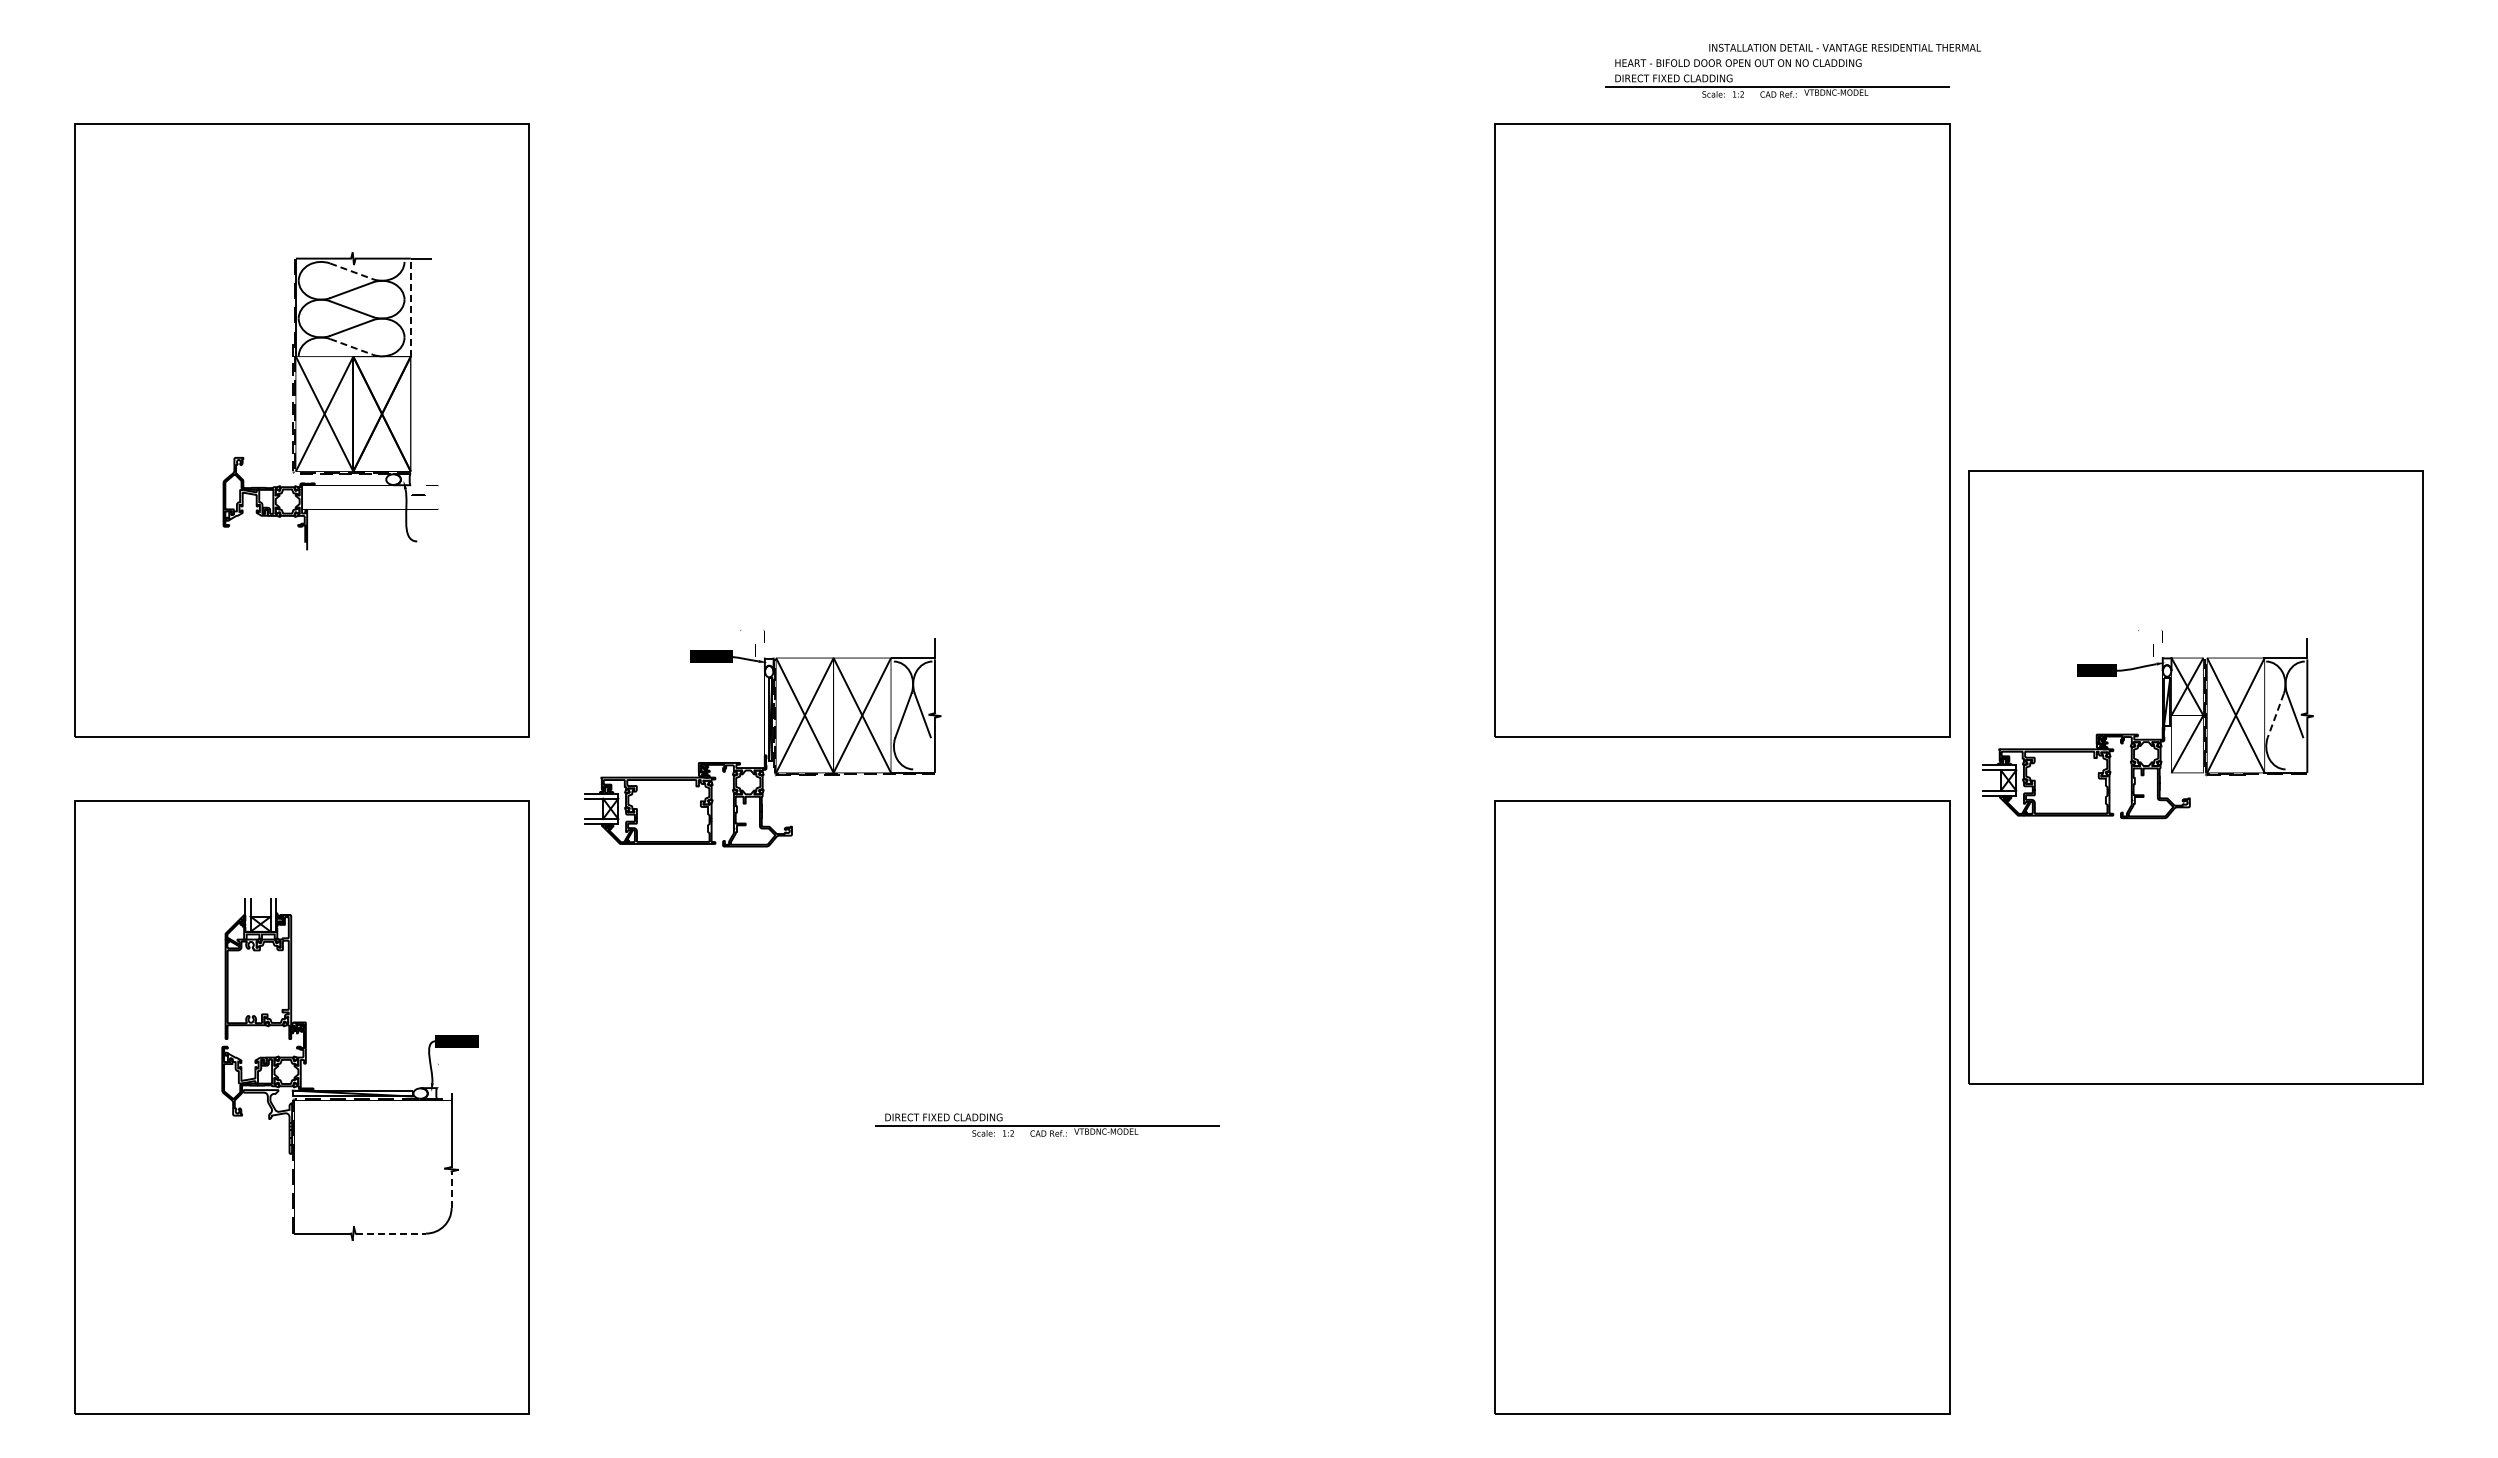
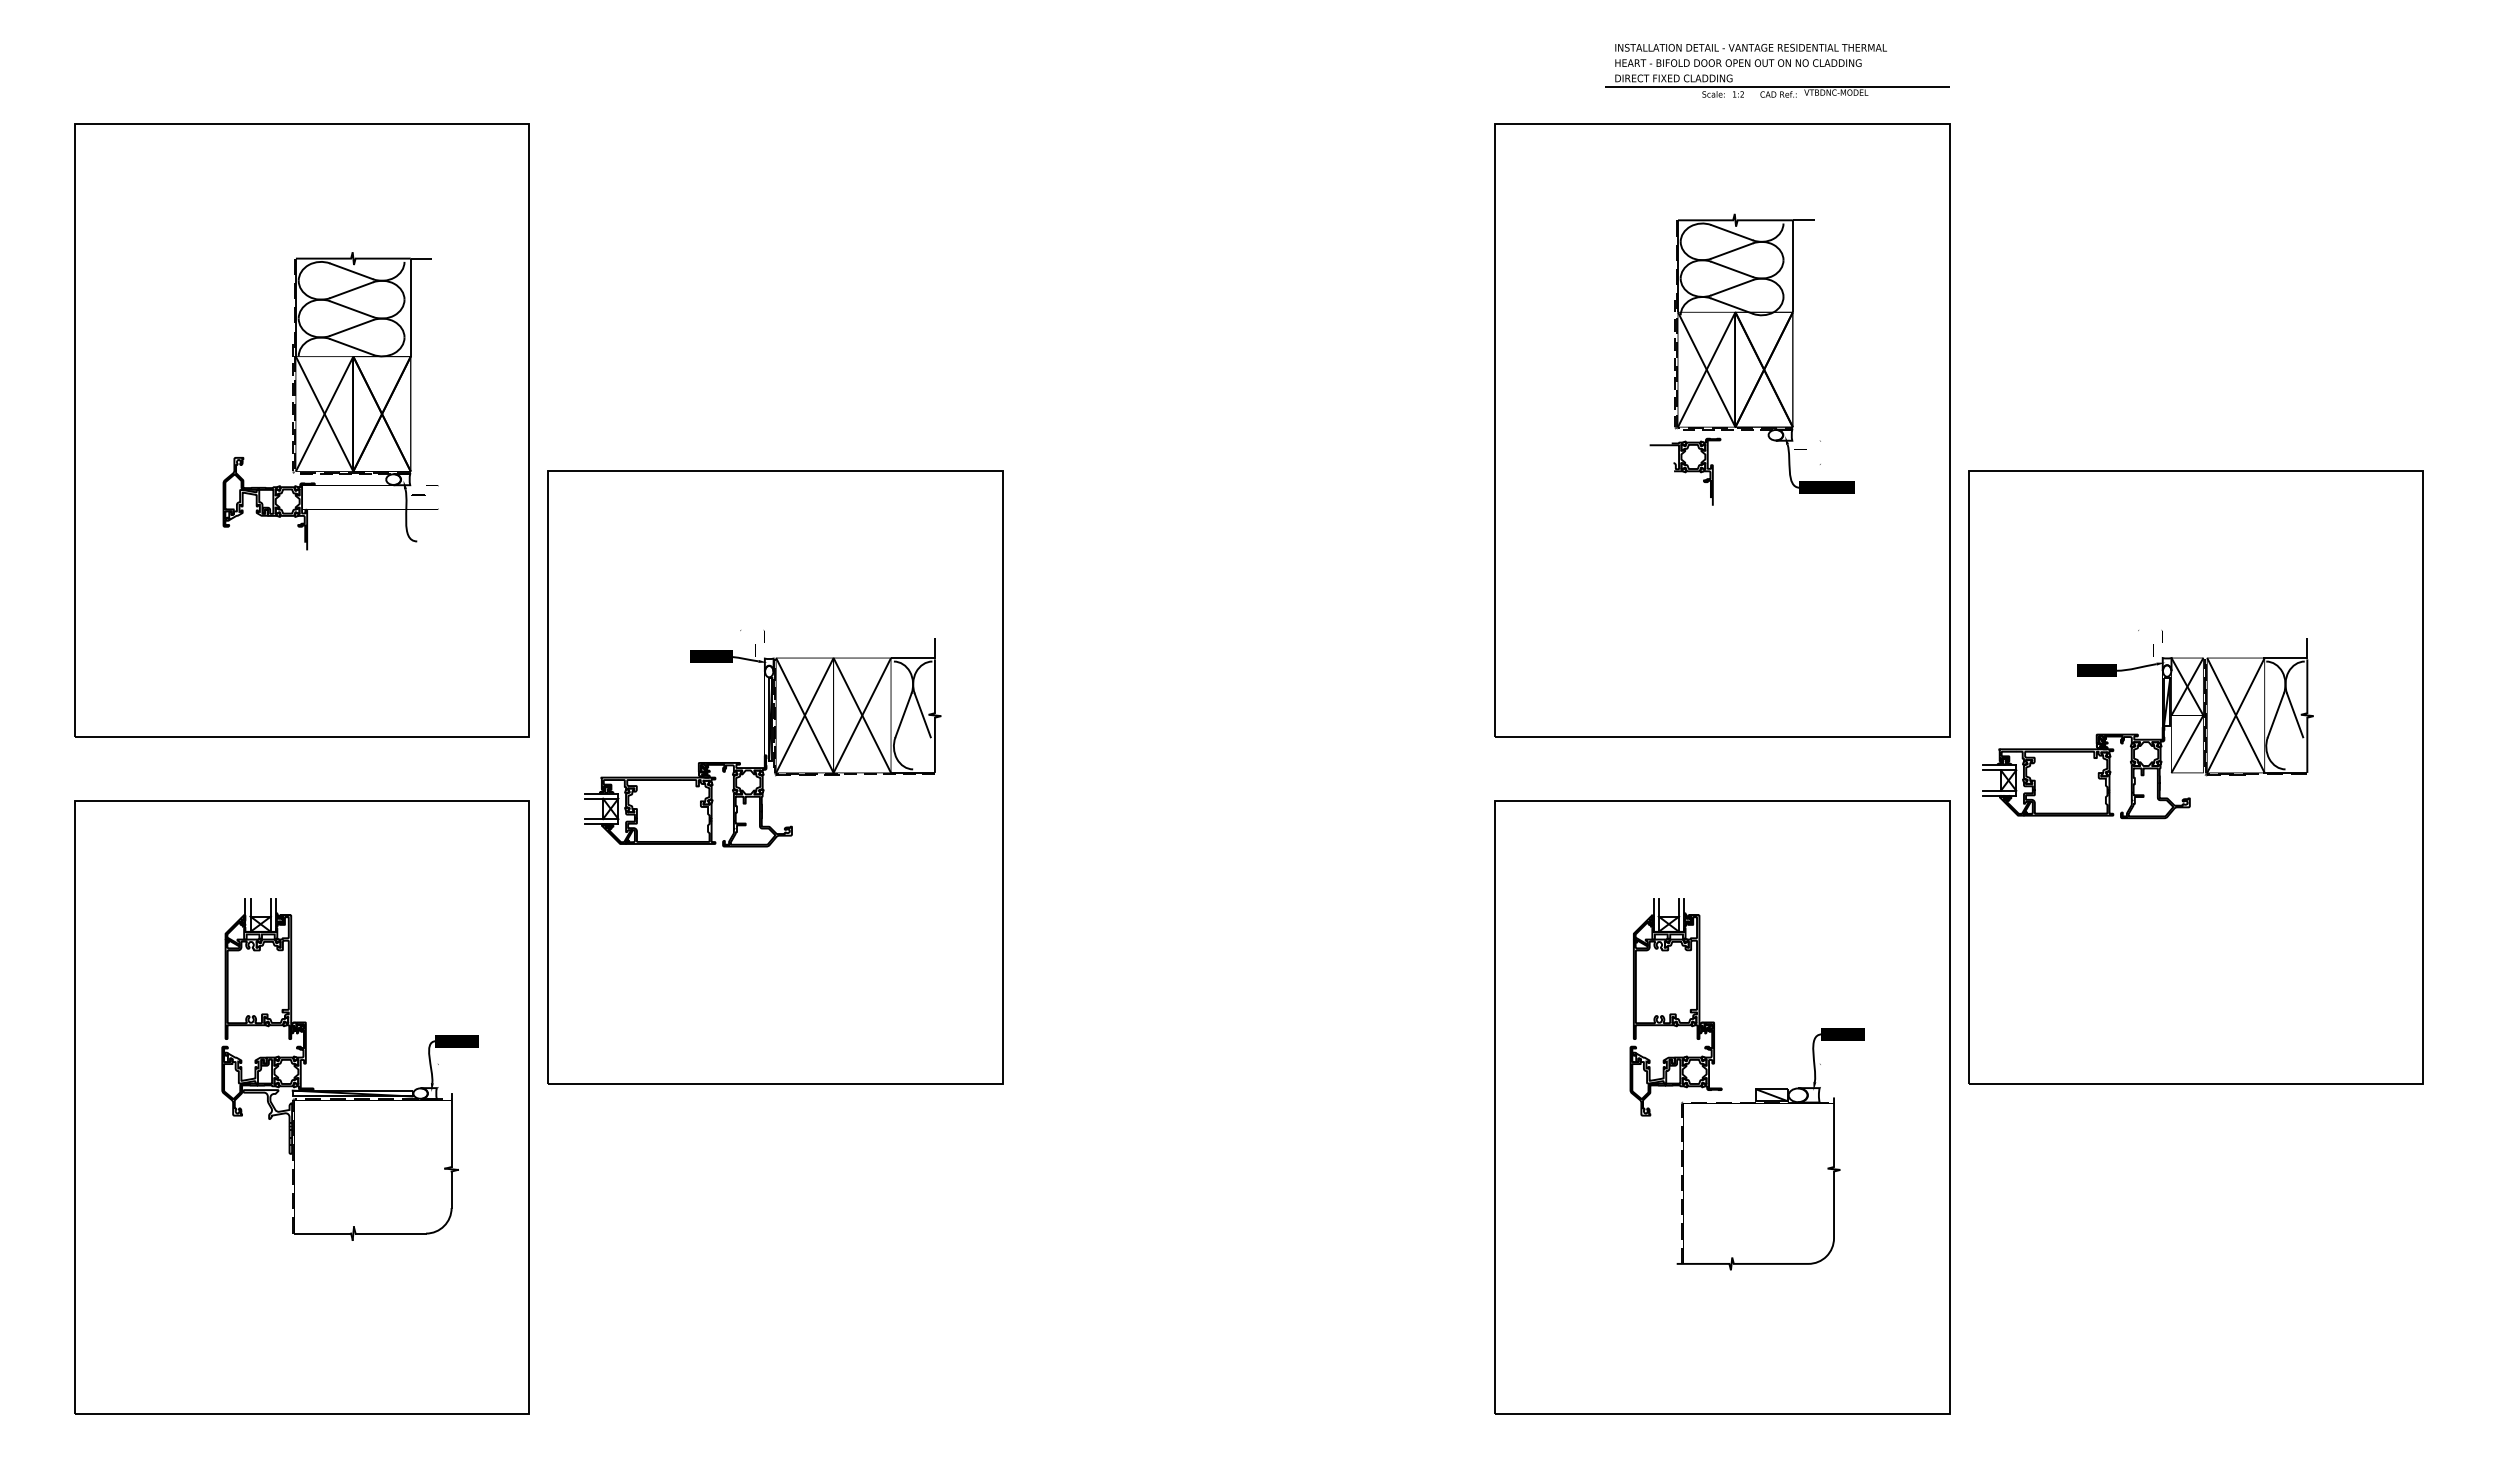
text at (1844, 47) position: (1844, 47) -> (1750, 47)
line at (351, 271): dashed -> solid
line at (410, 307): dashed -> solid
line at (351, 346): dashed -> solid
part at (1751, 359): none -> present
line at (2275, 715): dashed -> solid
part at (775, 777): none -> present
part at (1755, 1088): none -> present
part at (1047, 1124): present -> none
line at (451, 1189): dashed -> solid
line at (391, 1233): dashed -> solid
